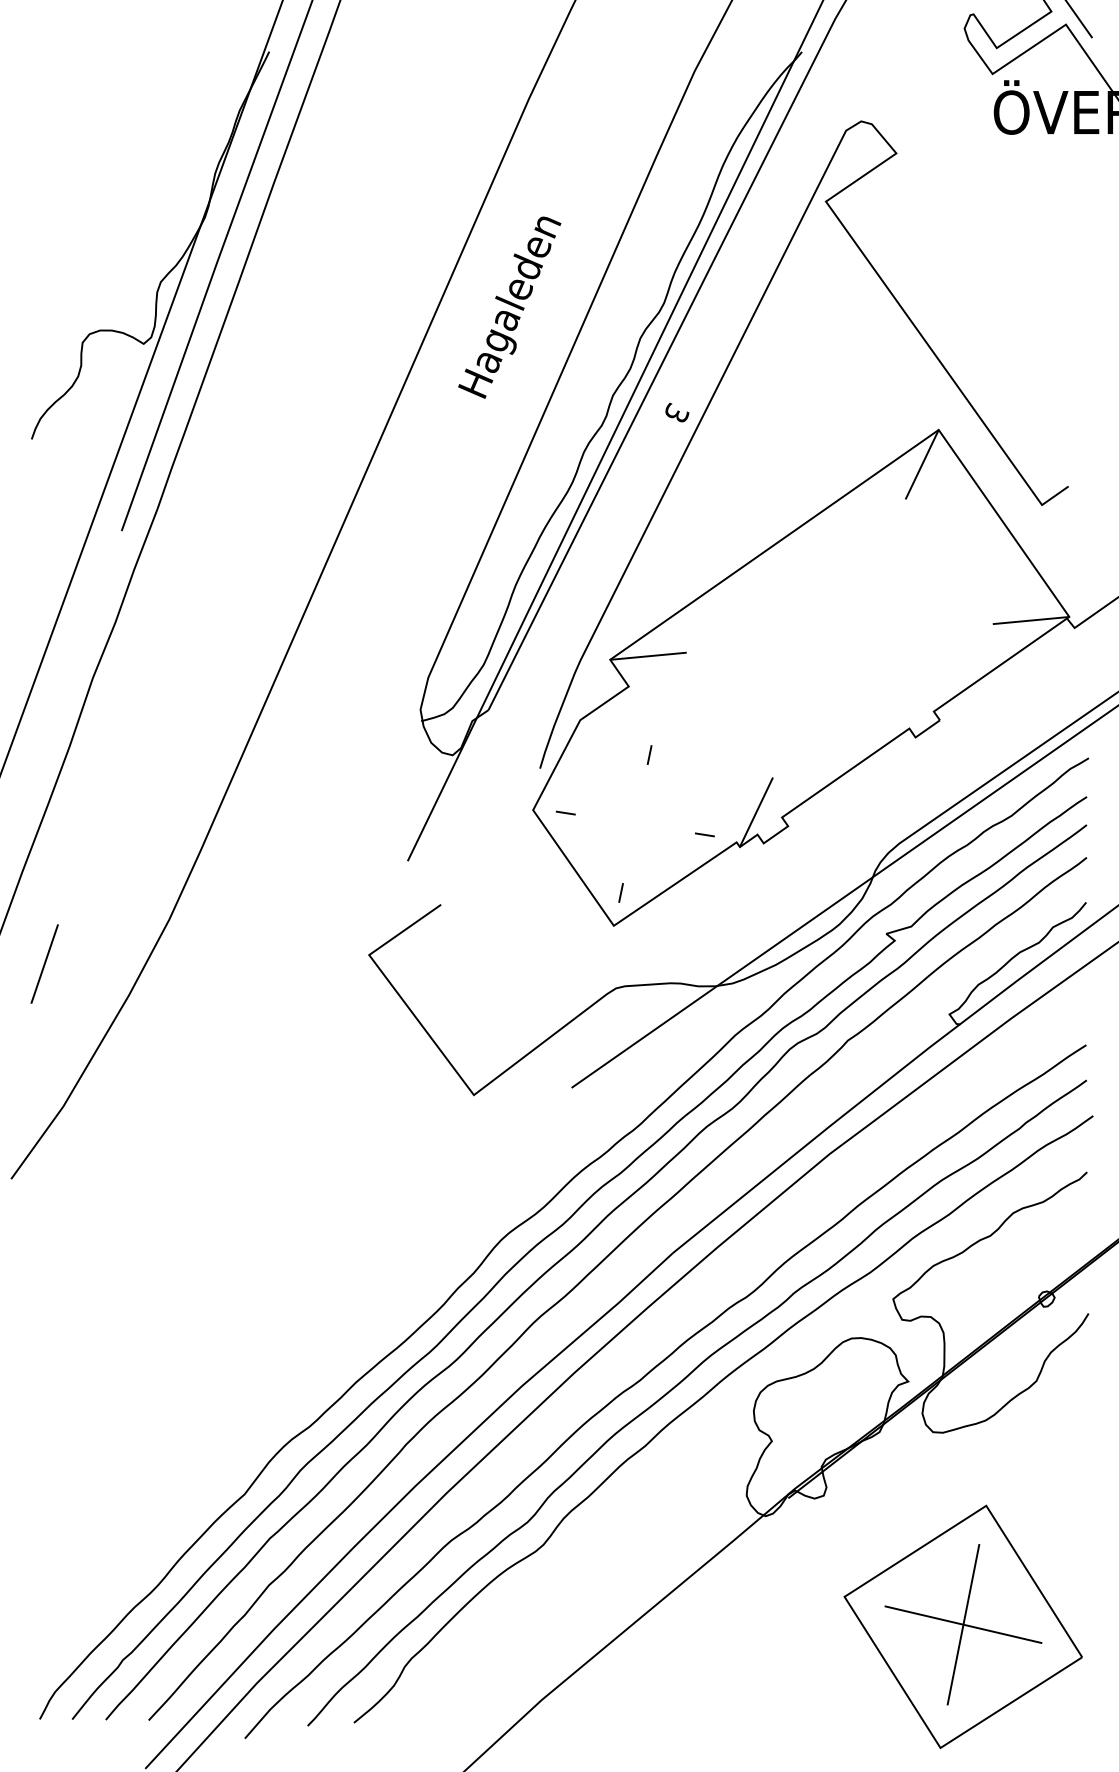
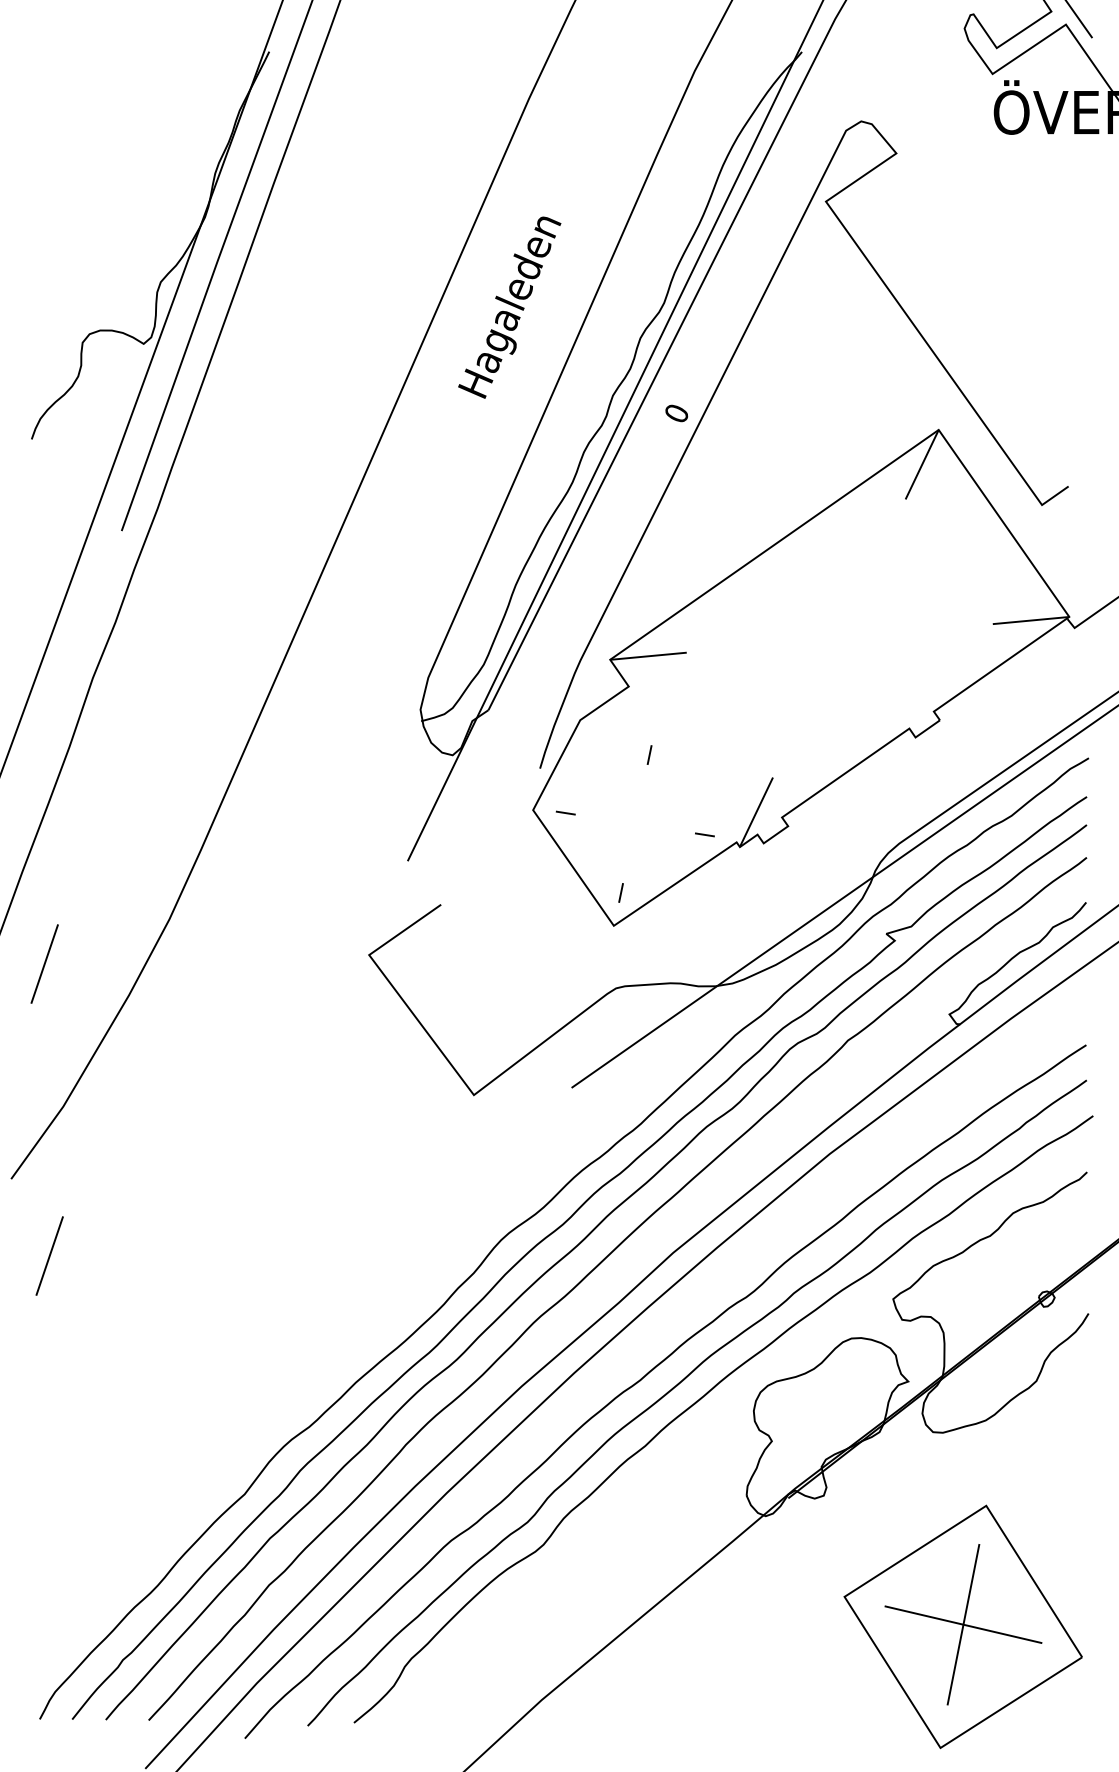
text at (677, 412): 3 -> 0
line at (49, 1255): none -> present
